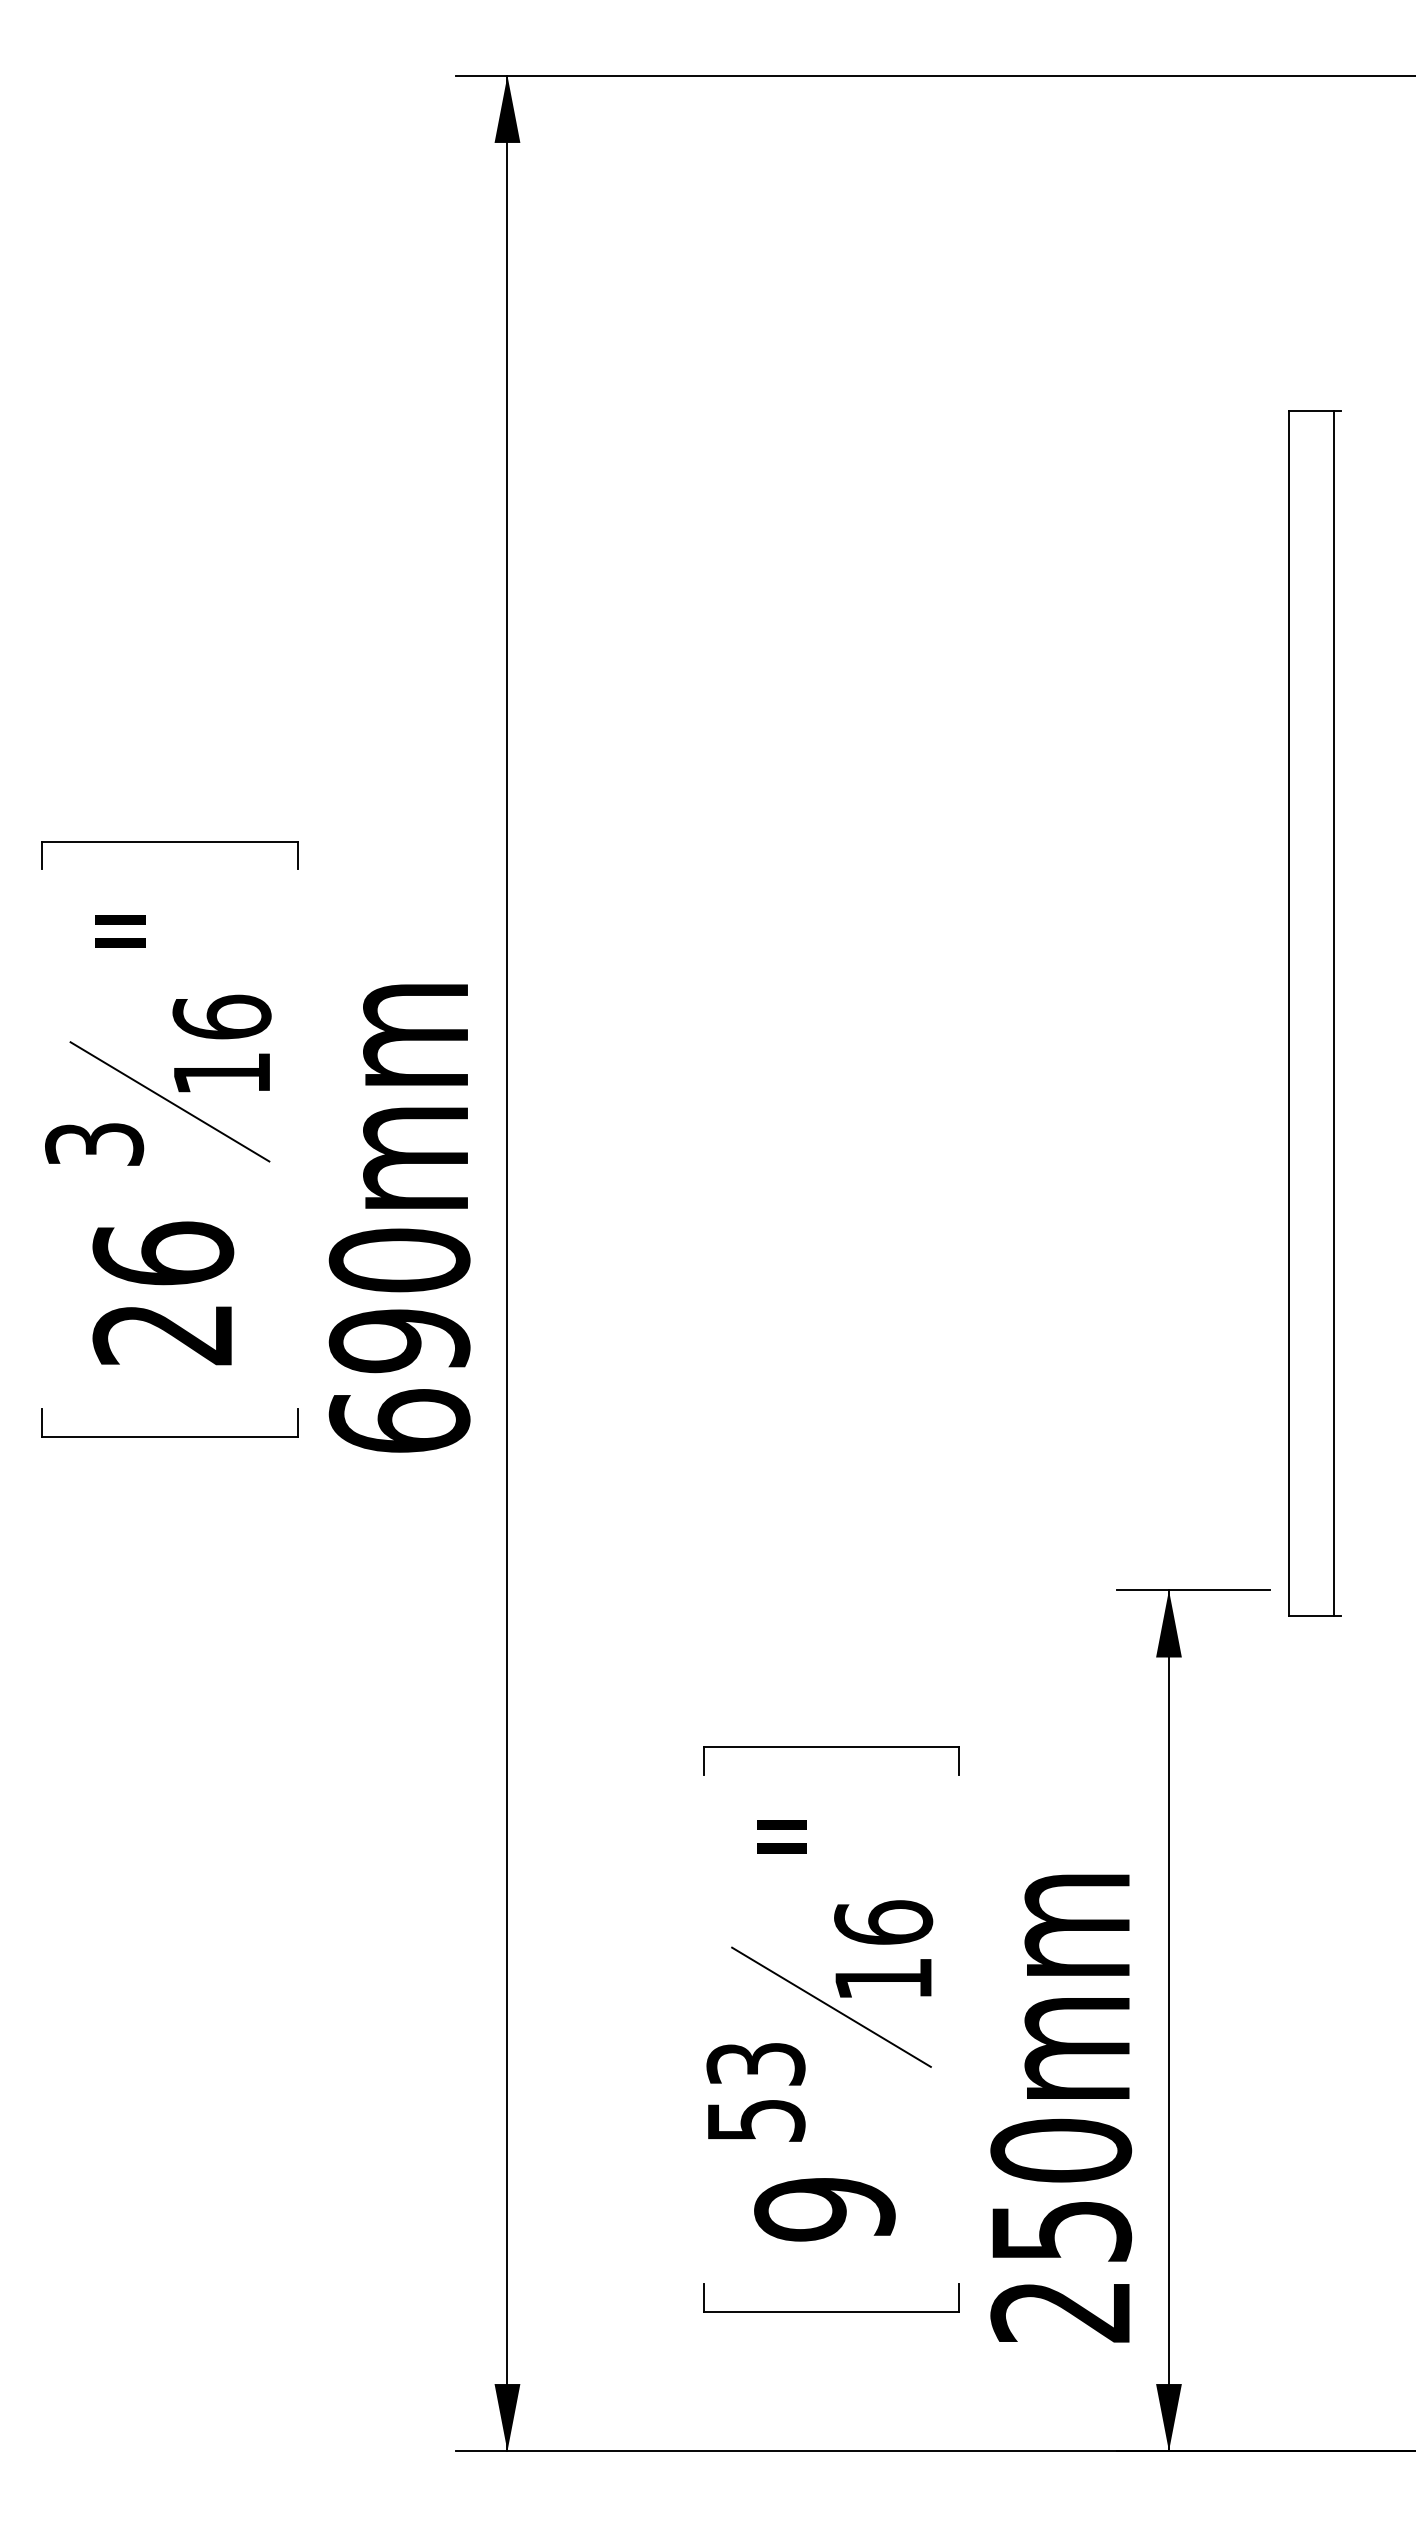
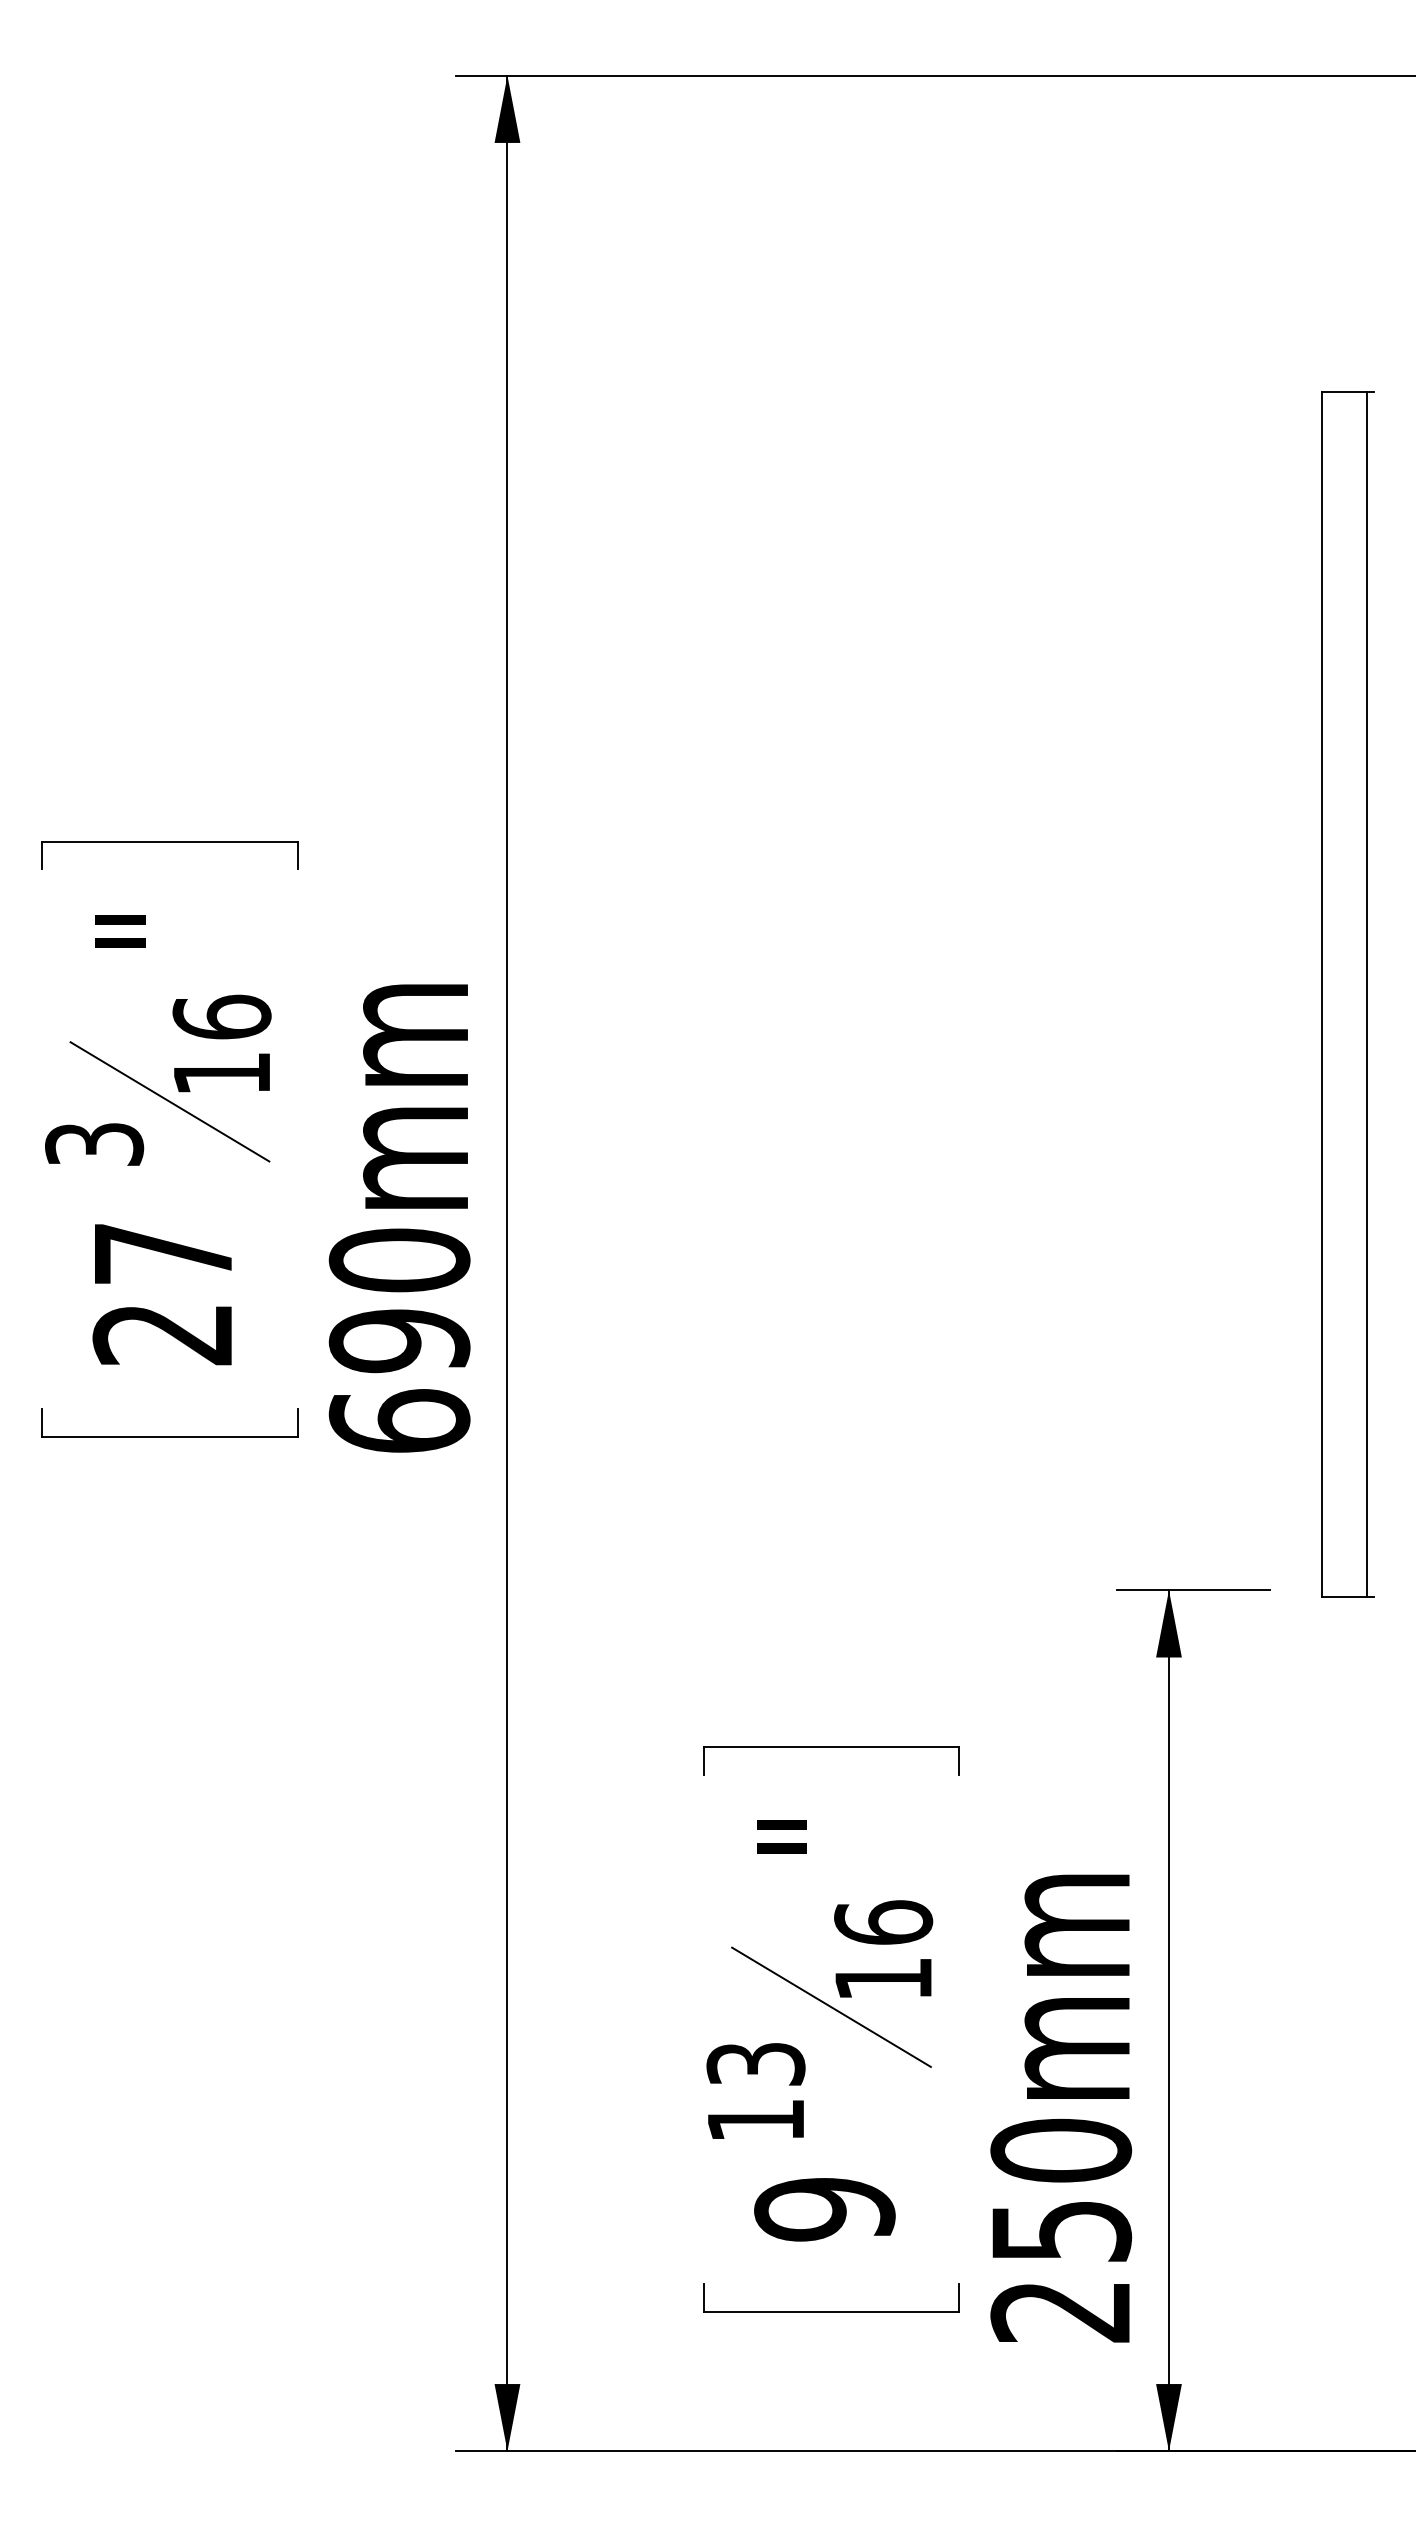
part at (1314, 1013) position: (1314, 1013) -> (1347, 994)
text at (163, 1253): 26 -> 27
text at (756, 2120): 53 -> 13
